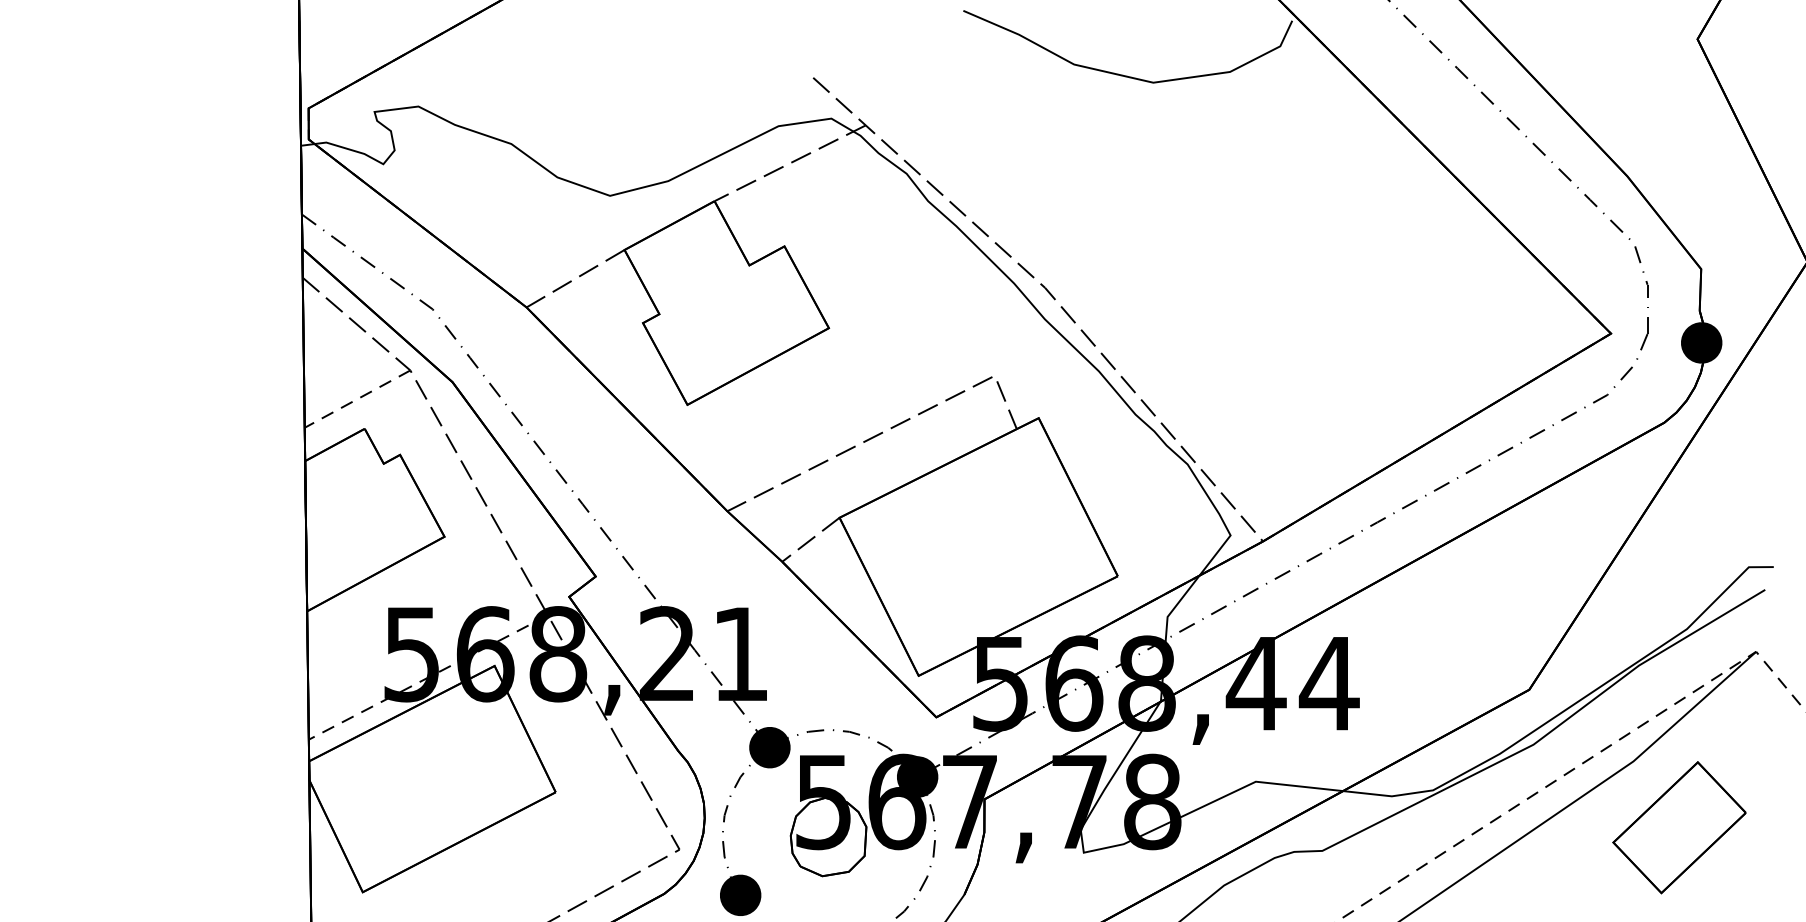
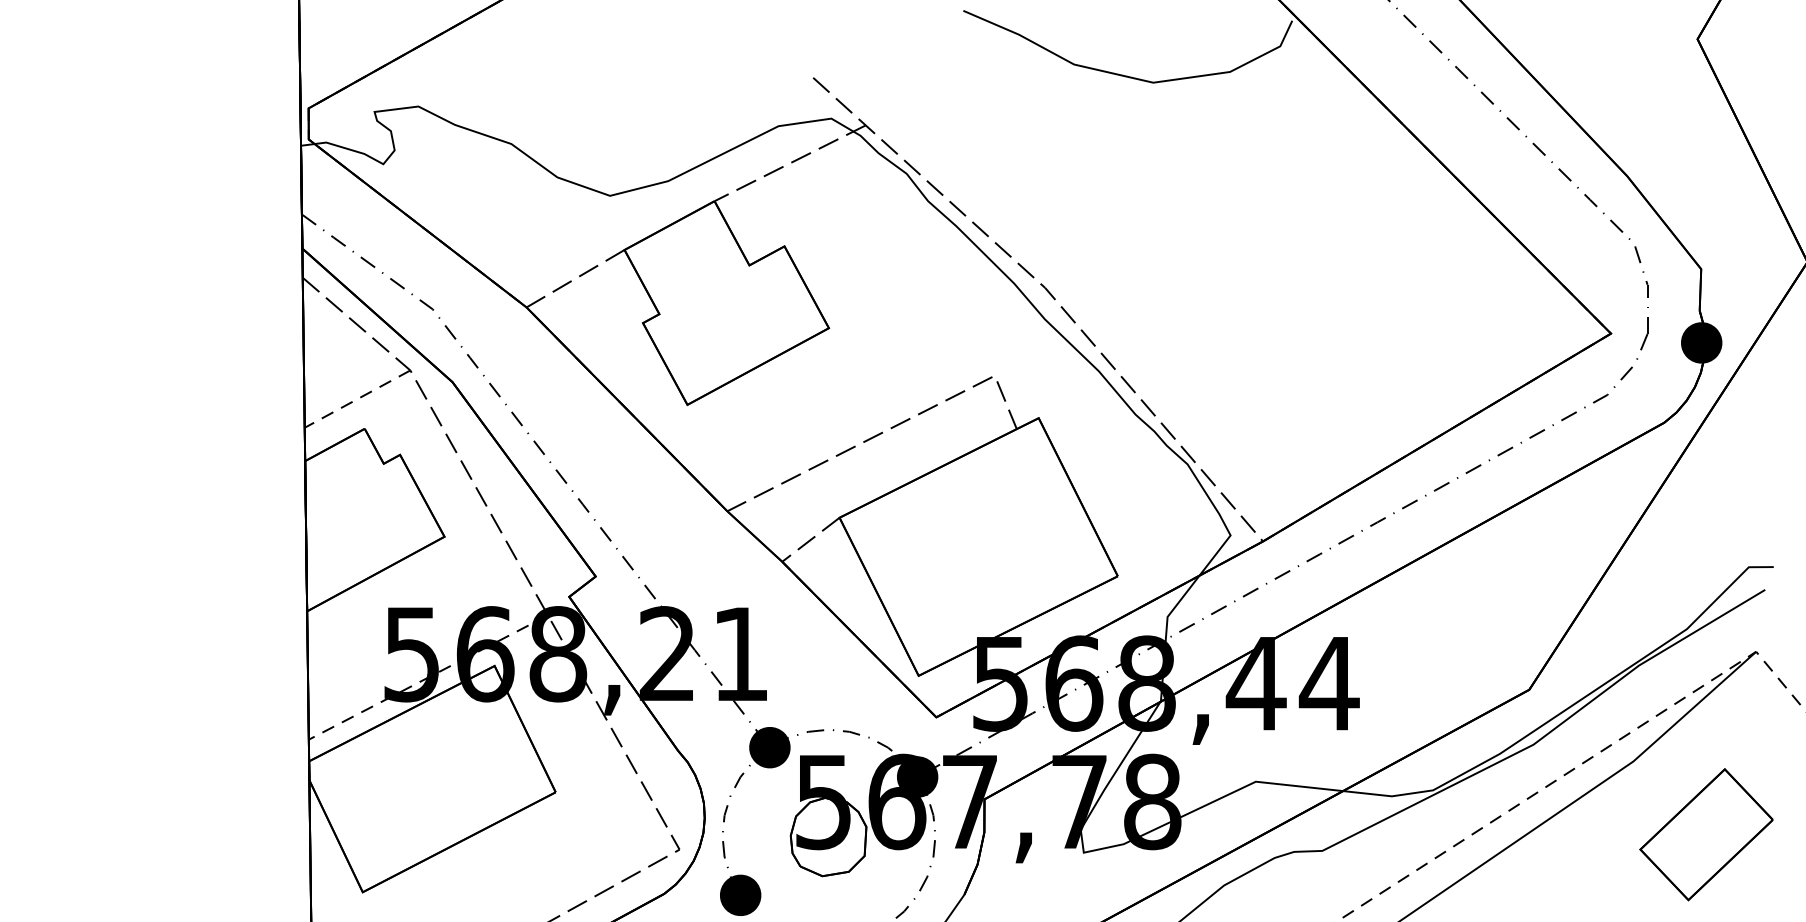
part at (1679, 827) position: (1679, 827) -> (1706, 834)
